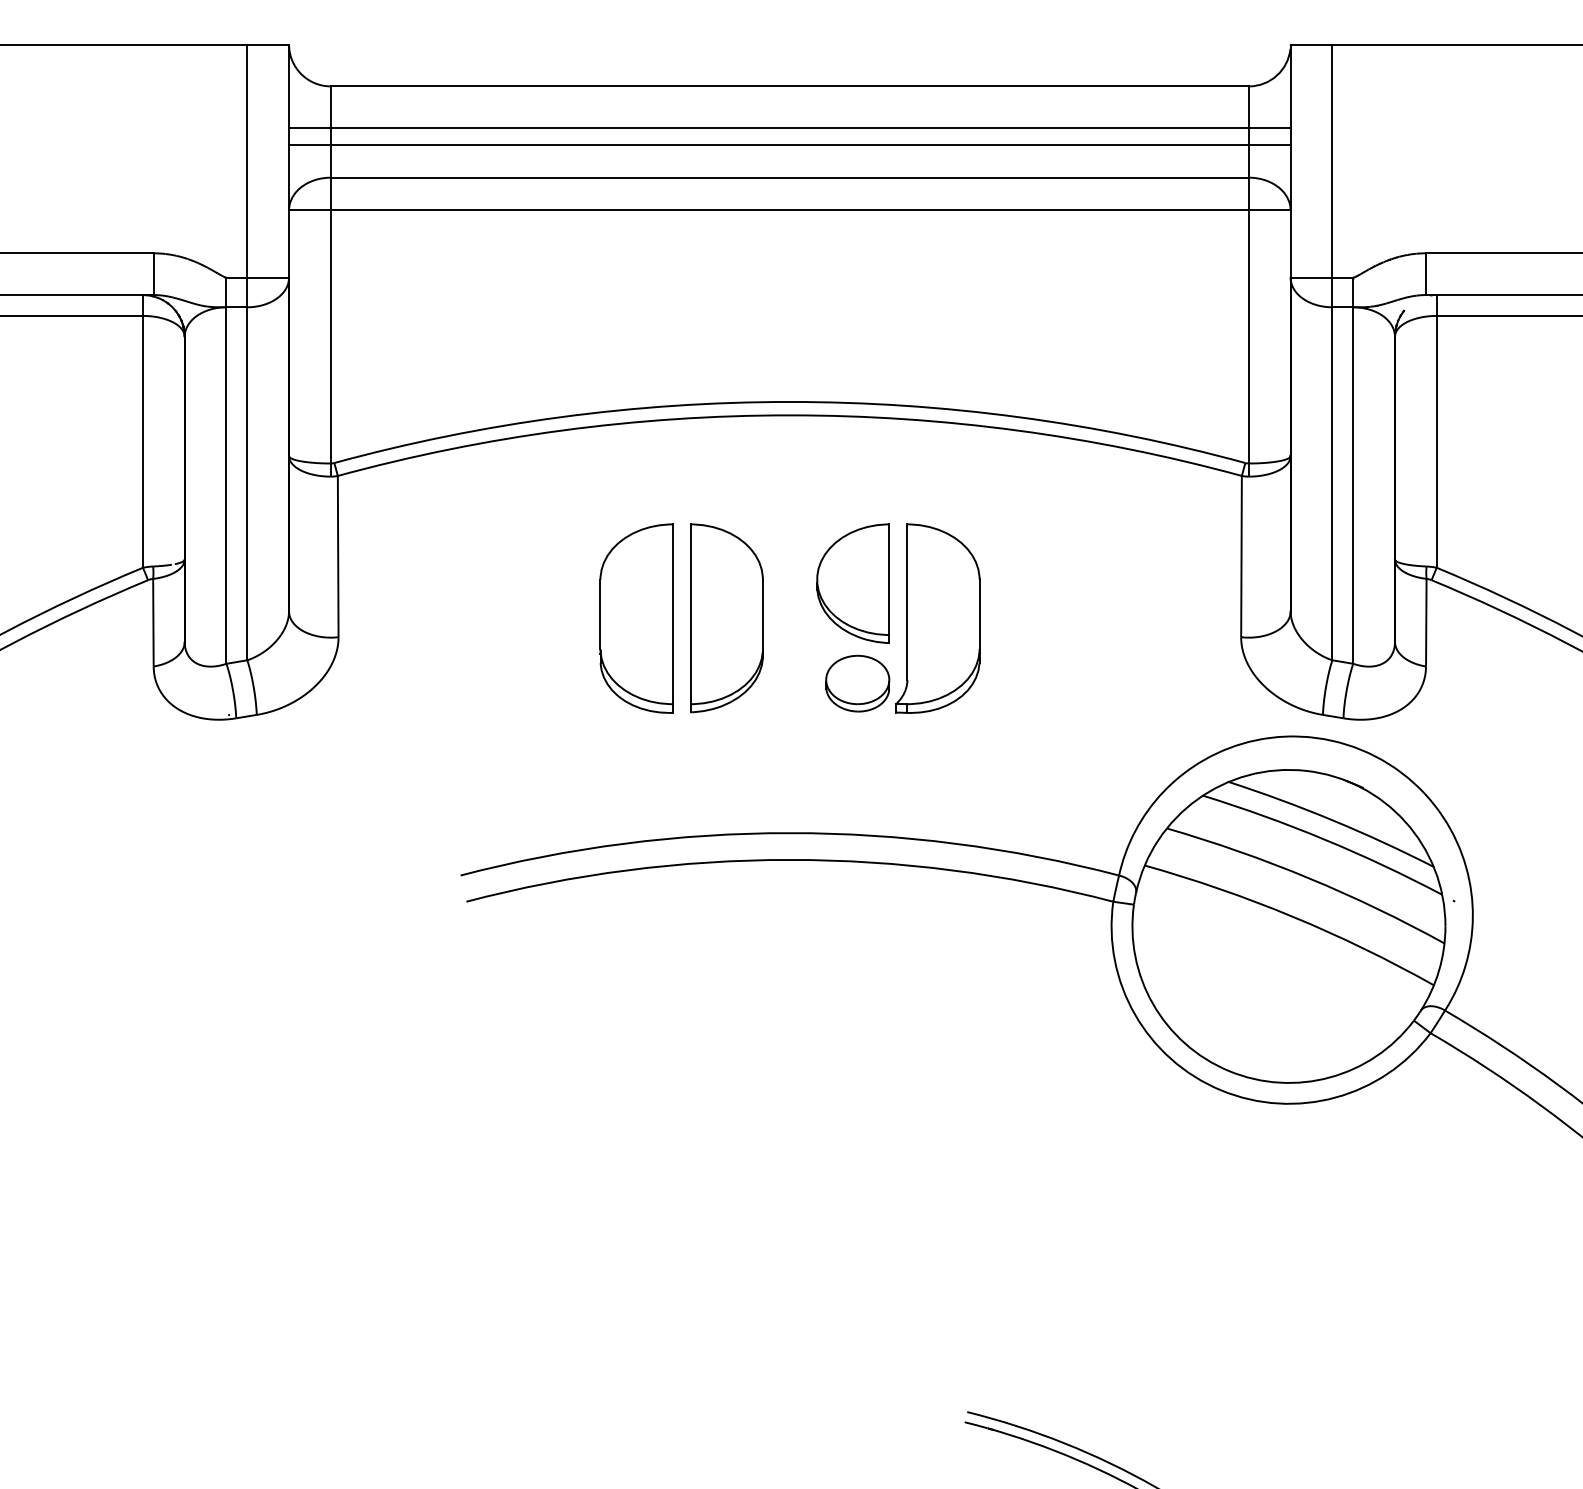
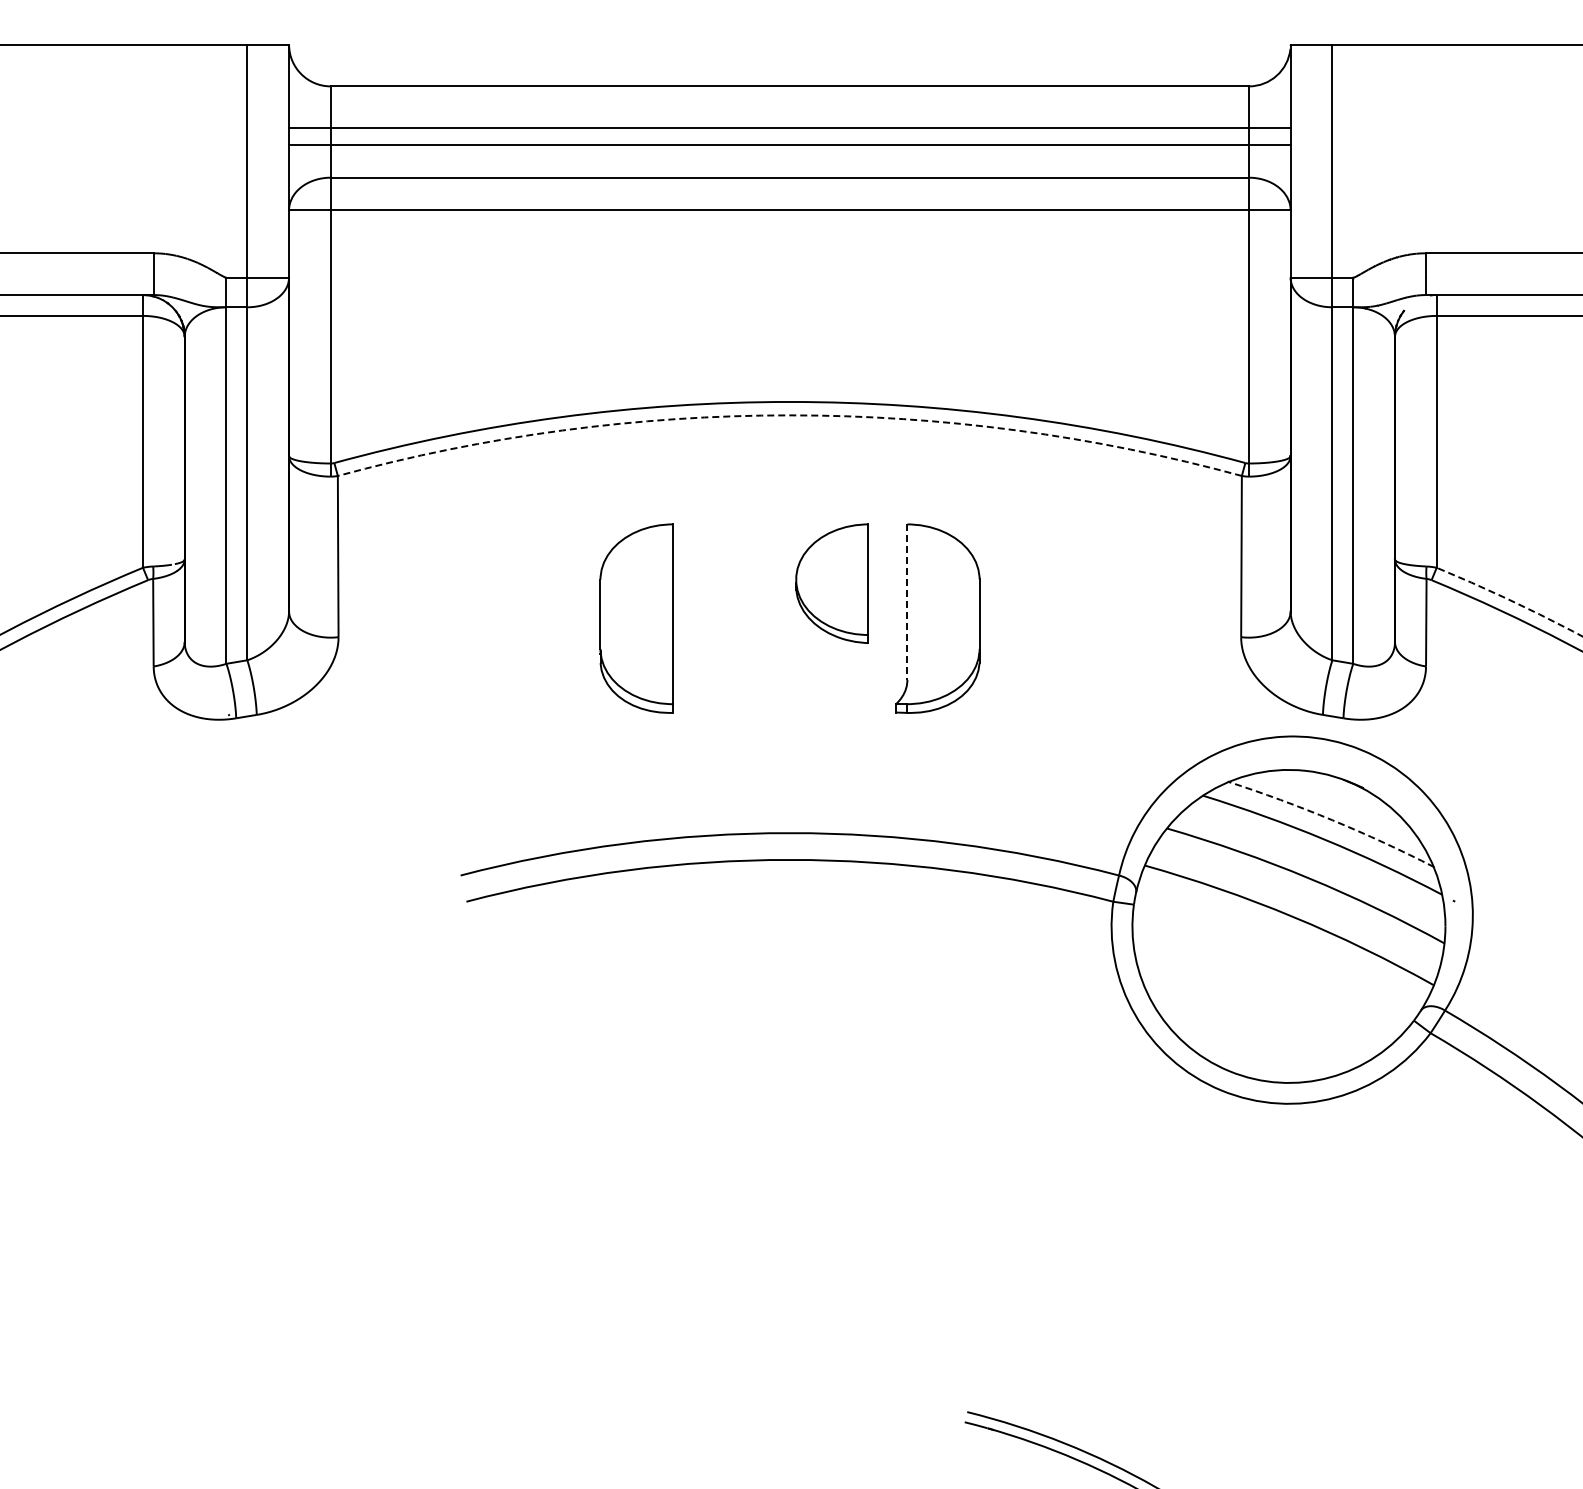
arc at (789, 415): solid -> dashed
part at (852, 583) position: (852, 583) -> (831, 583)
arc at (1510, 600): solid -> dashed
line at (907, 602): solid -> dashed
part at (726, 618): present -> none
part at (857, 683): present -> none
arc at (1332, 820): solid -> dashed
